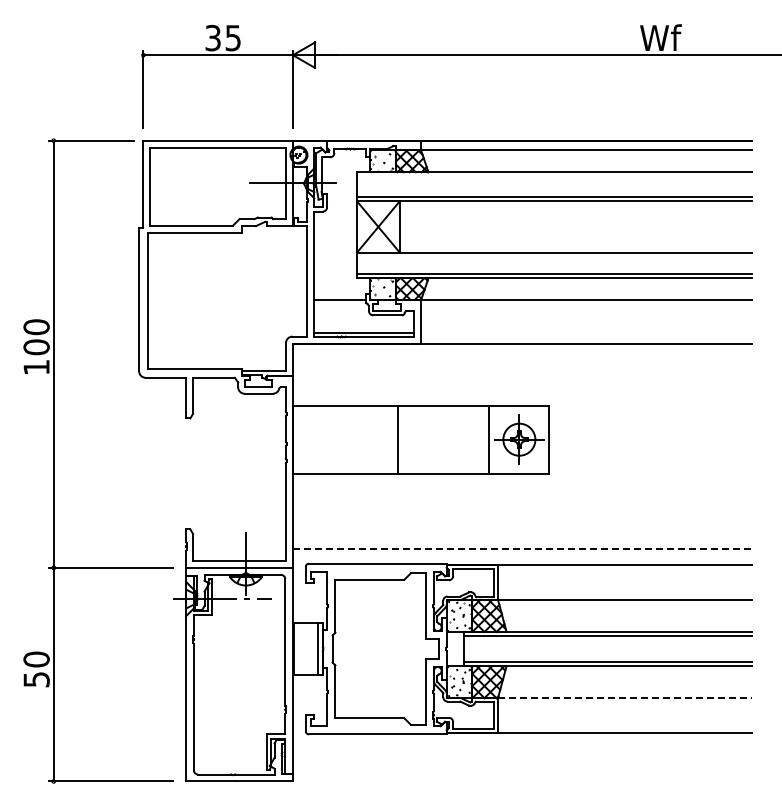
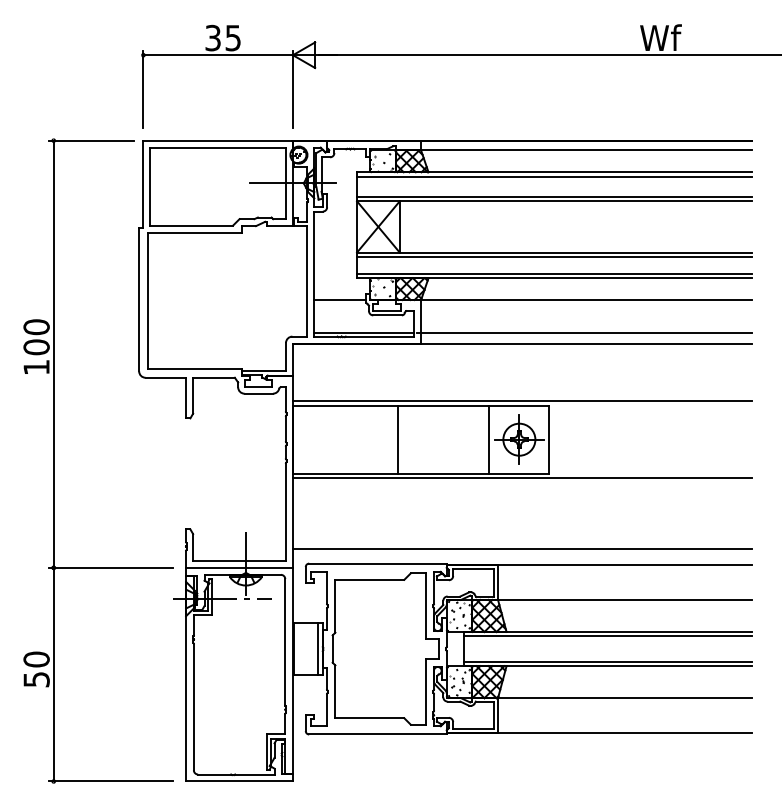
line at (554, 176): none -> present
line at (554, 256): none -> present
line at (584, 332): none -> present
line at (522, 401): none -> present
line at (522, 478): none -> present
line at (522, 548): dashed -> solid
line at (625, 698): dashed -> solid
